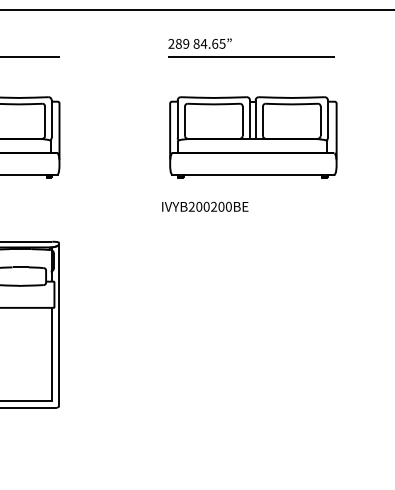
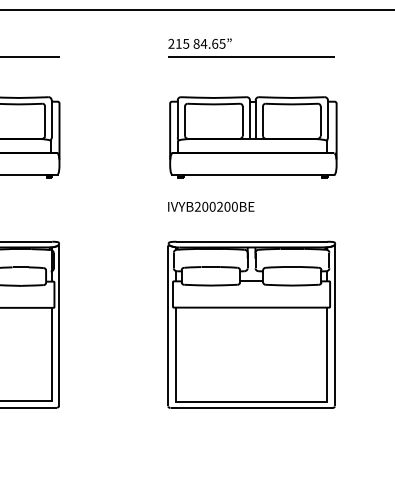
text at (182, 43): 289 -> 215
text at (205, 206) position: (205, 206) -> (211, 206)
part at (251, 324): none -> present
